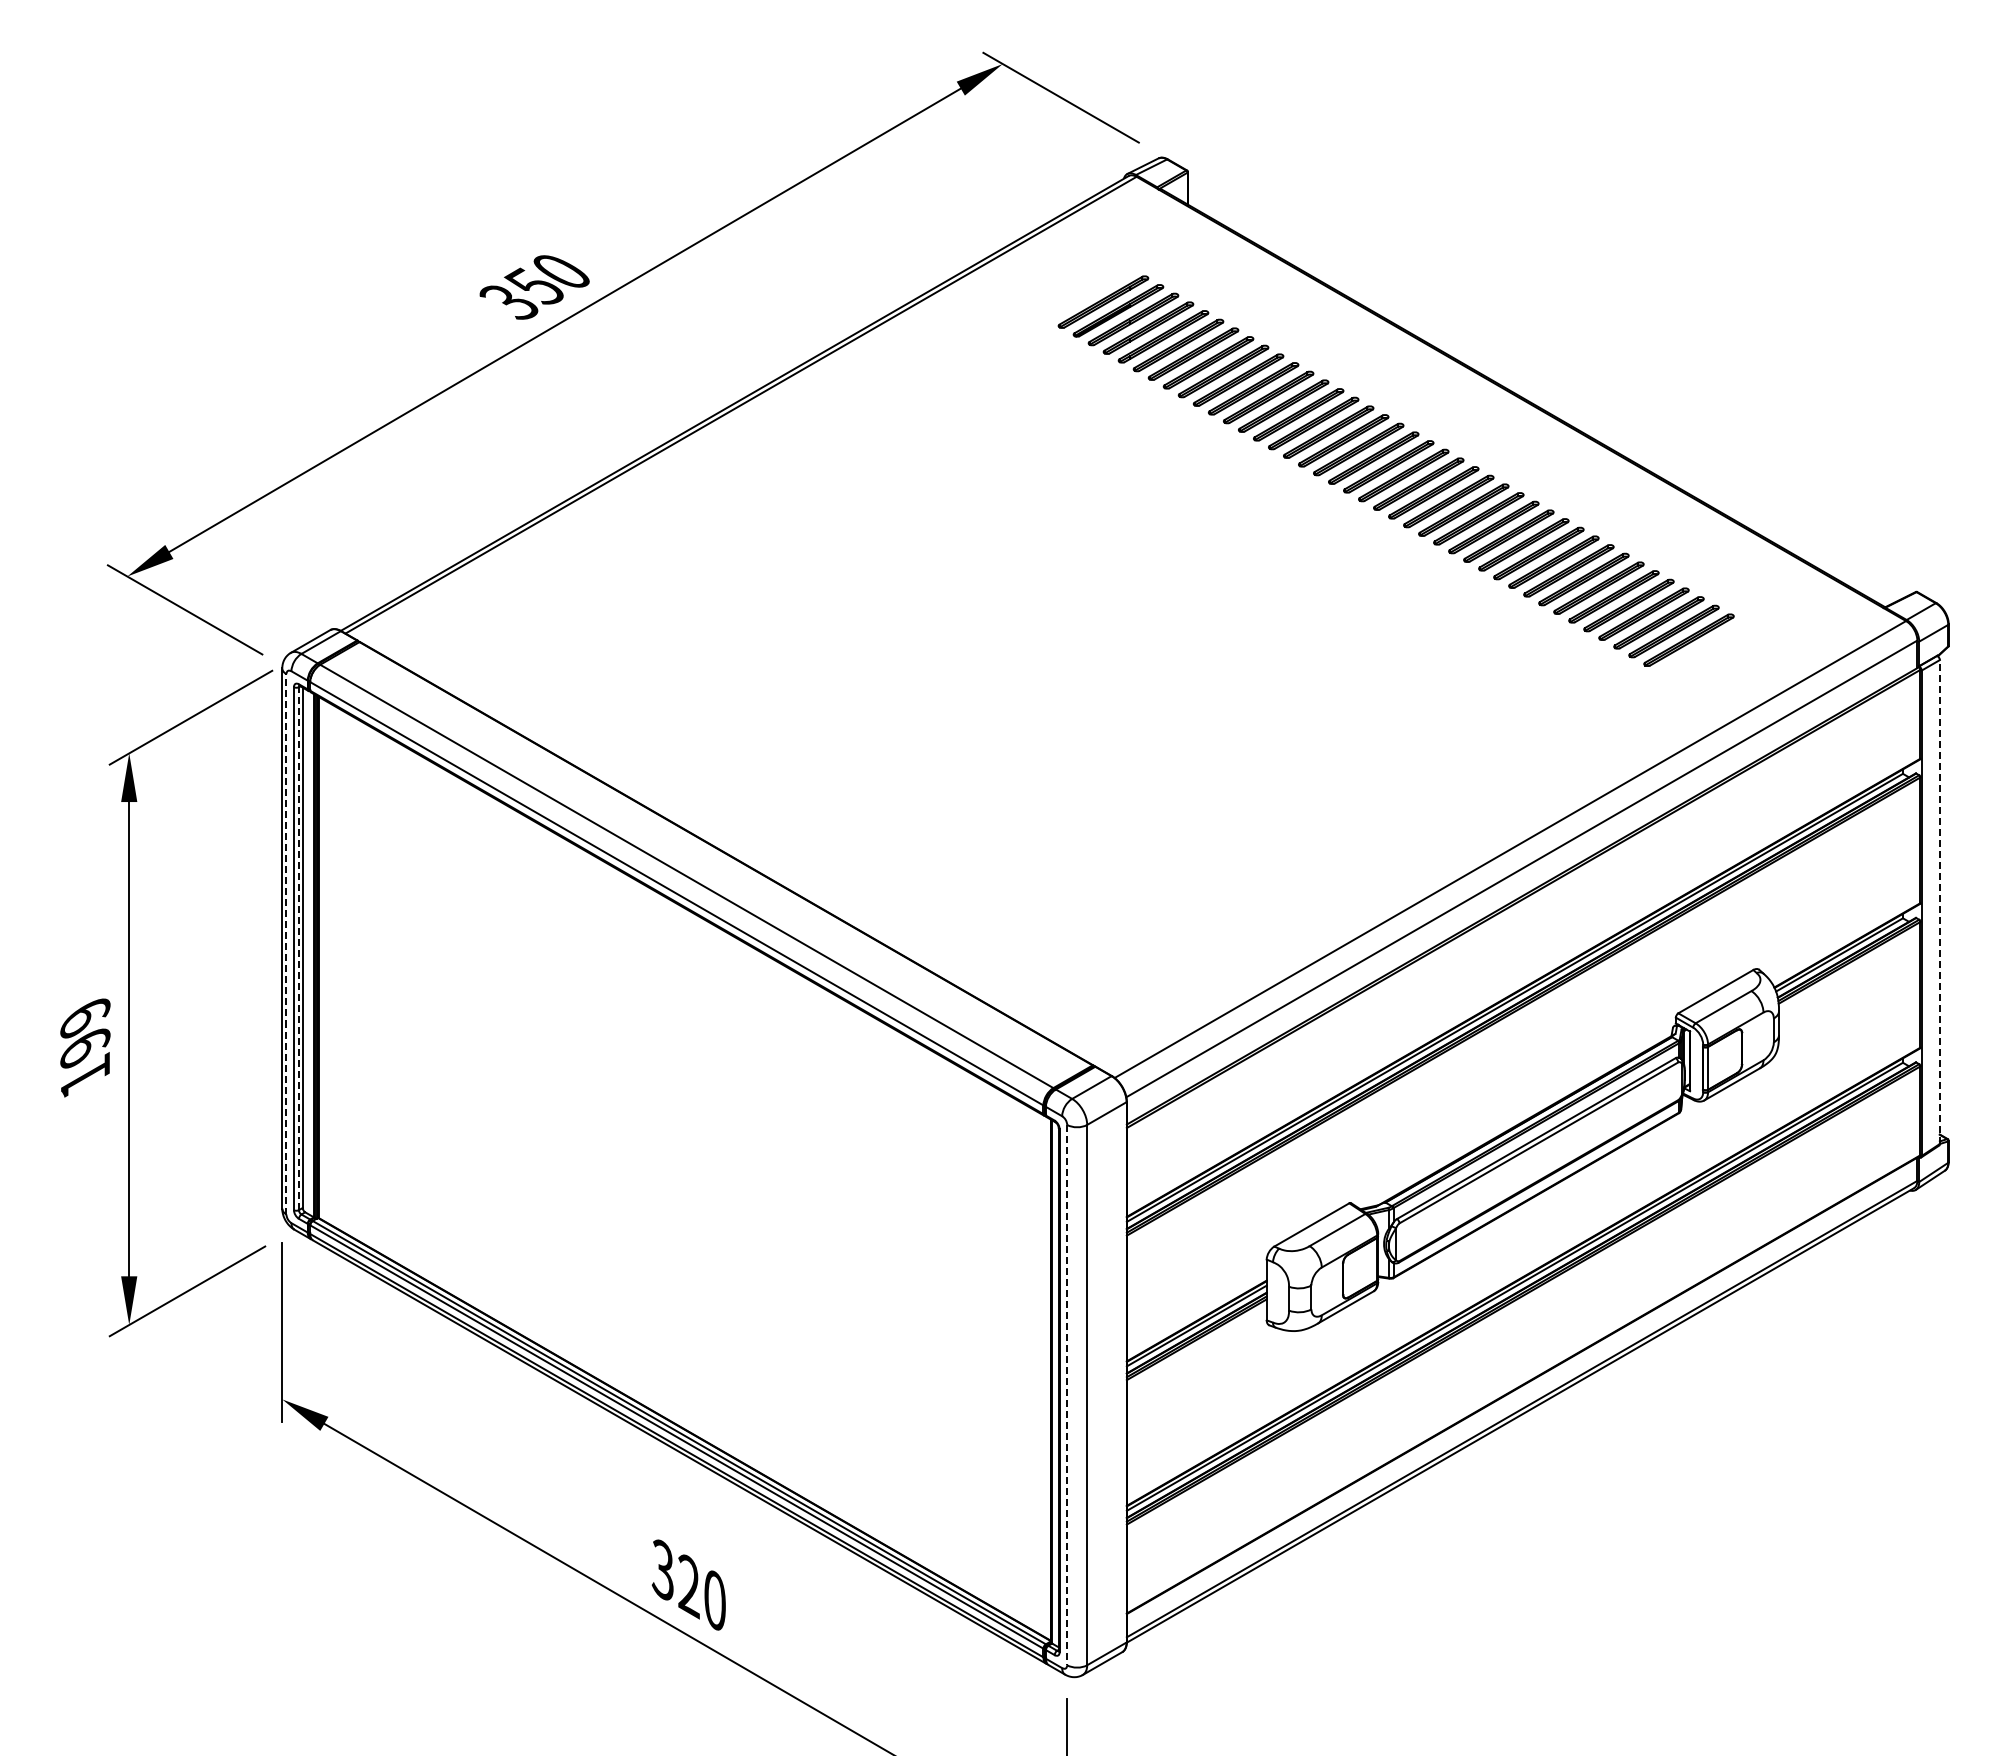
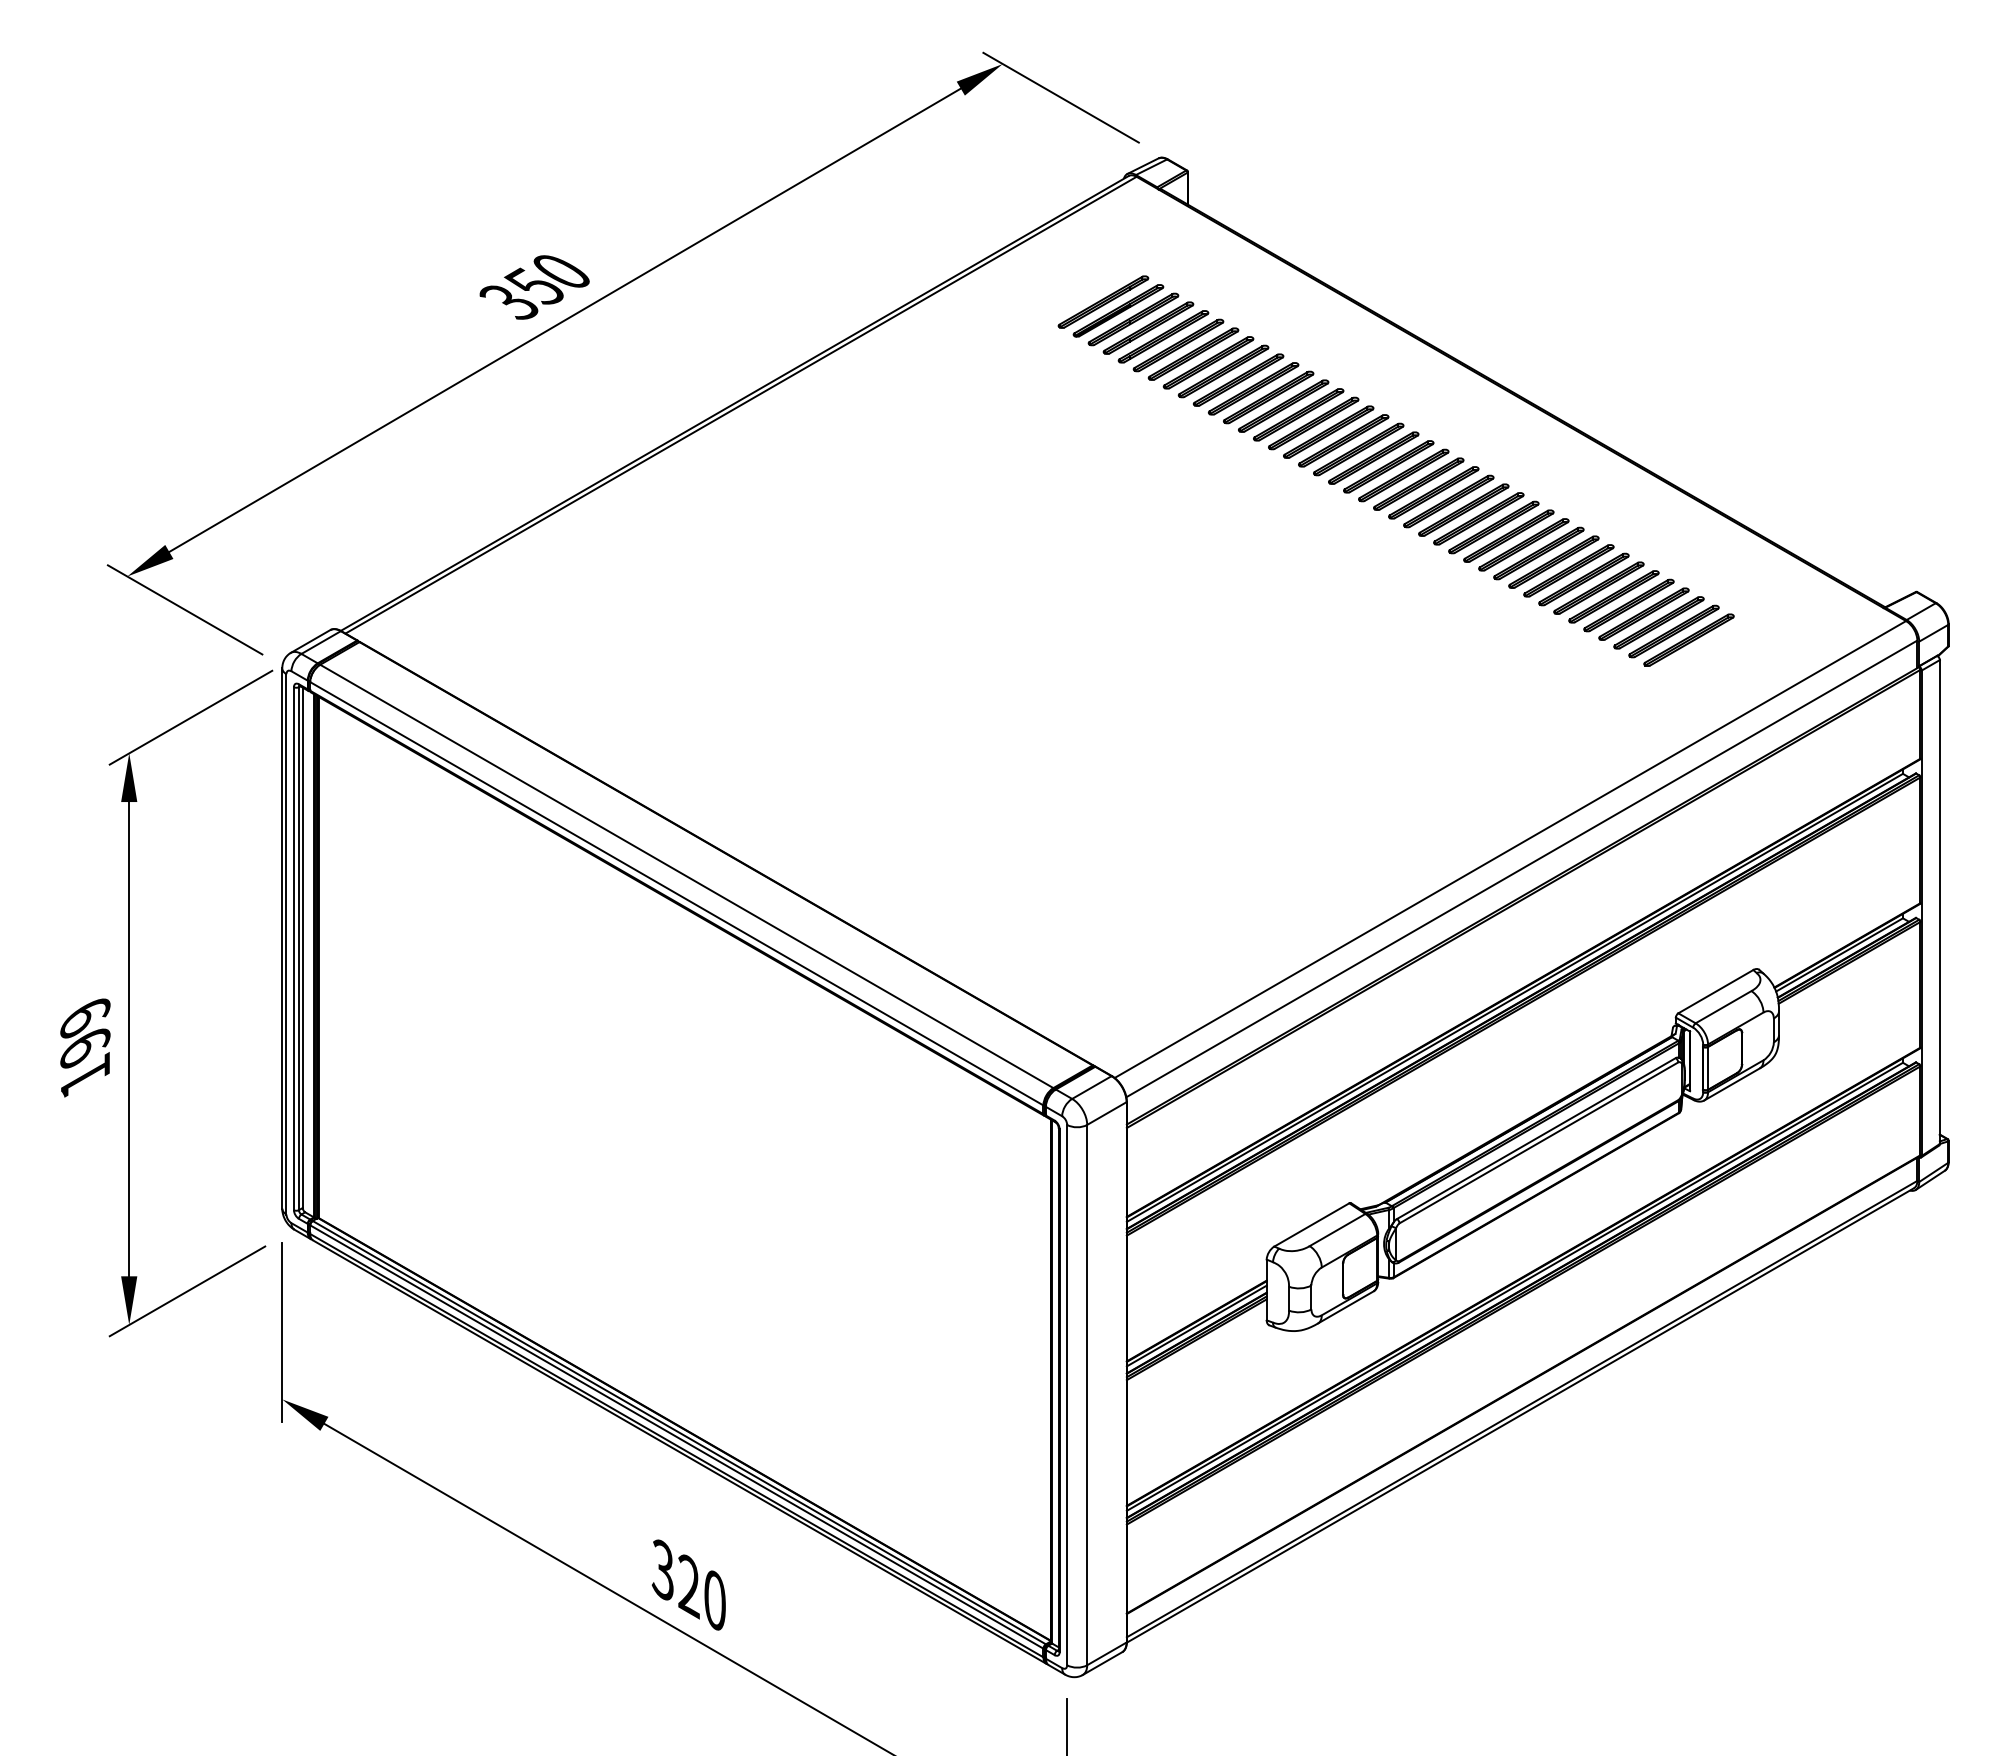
line at (1939, 902): dashed -> solid
line at (286, 943): dashed -> solid
line at (298, 948): dashed -> solid
line at (1067, 1395): dashed -> solid
